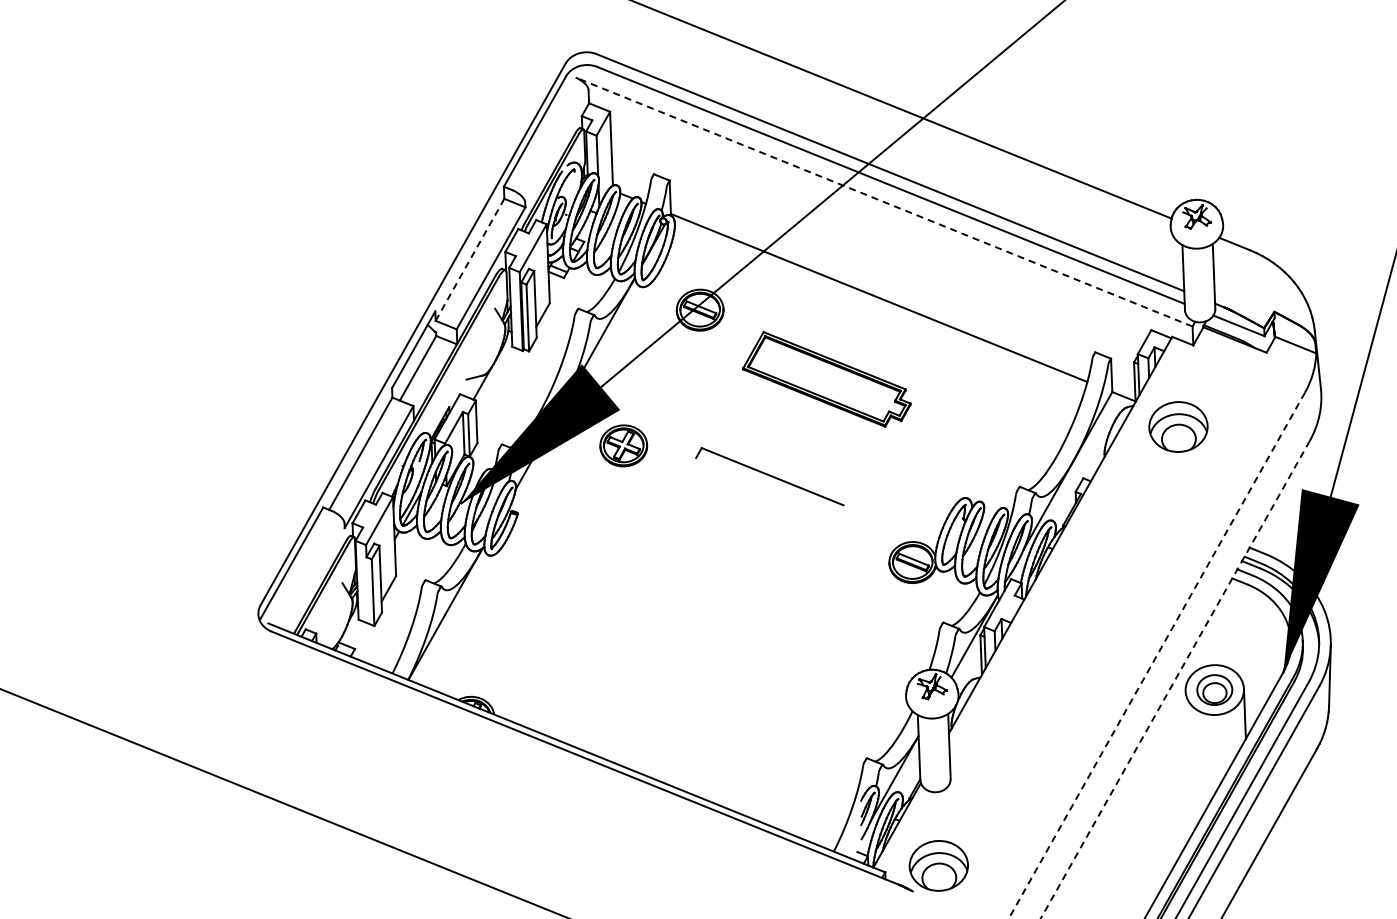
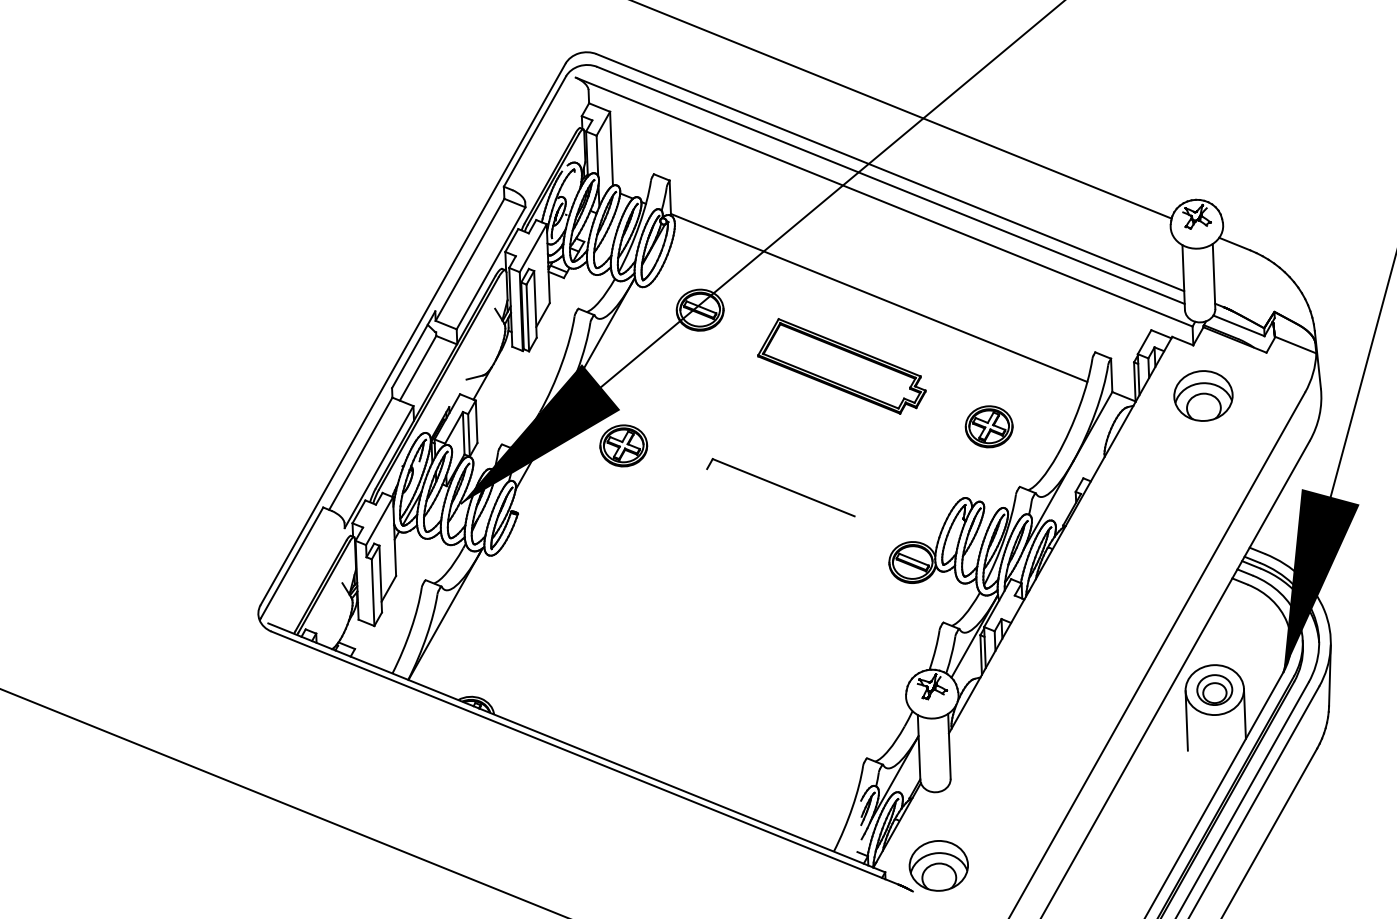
line at (884, 202): dashed -> solid
line at (469, 260): dashed -> solid
part at (826, 379) position: (826, 379) -> (841, 366)
part at (988, 426): none -> present
part at (1178, 426) position: (1178, 426) -> (1203, 395)
part at (769, 476) position: (769, 476) -> (780, 487)
line at (1157, 655): dashed -> solid
line at (1174, 680): dashed -> solid
line at (1186, 720): none -> present
